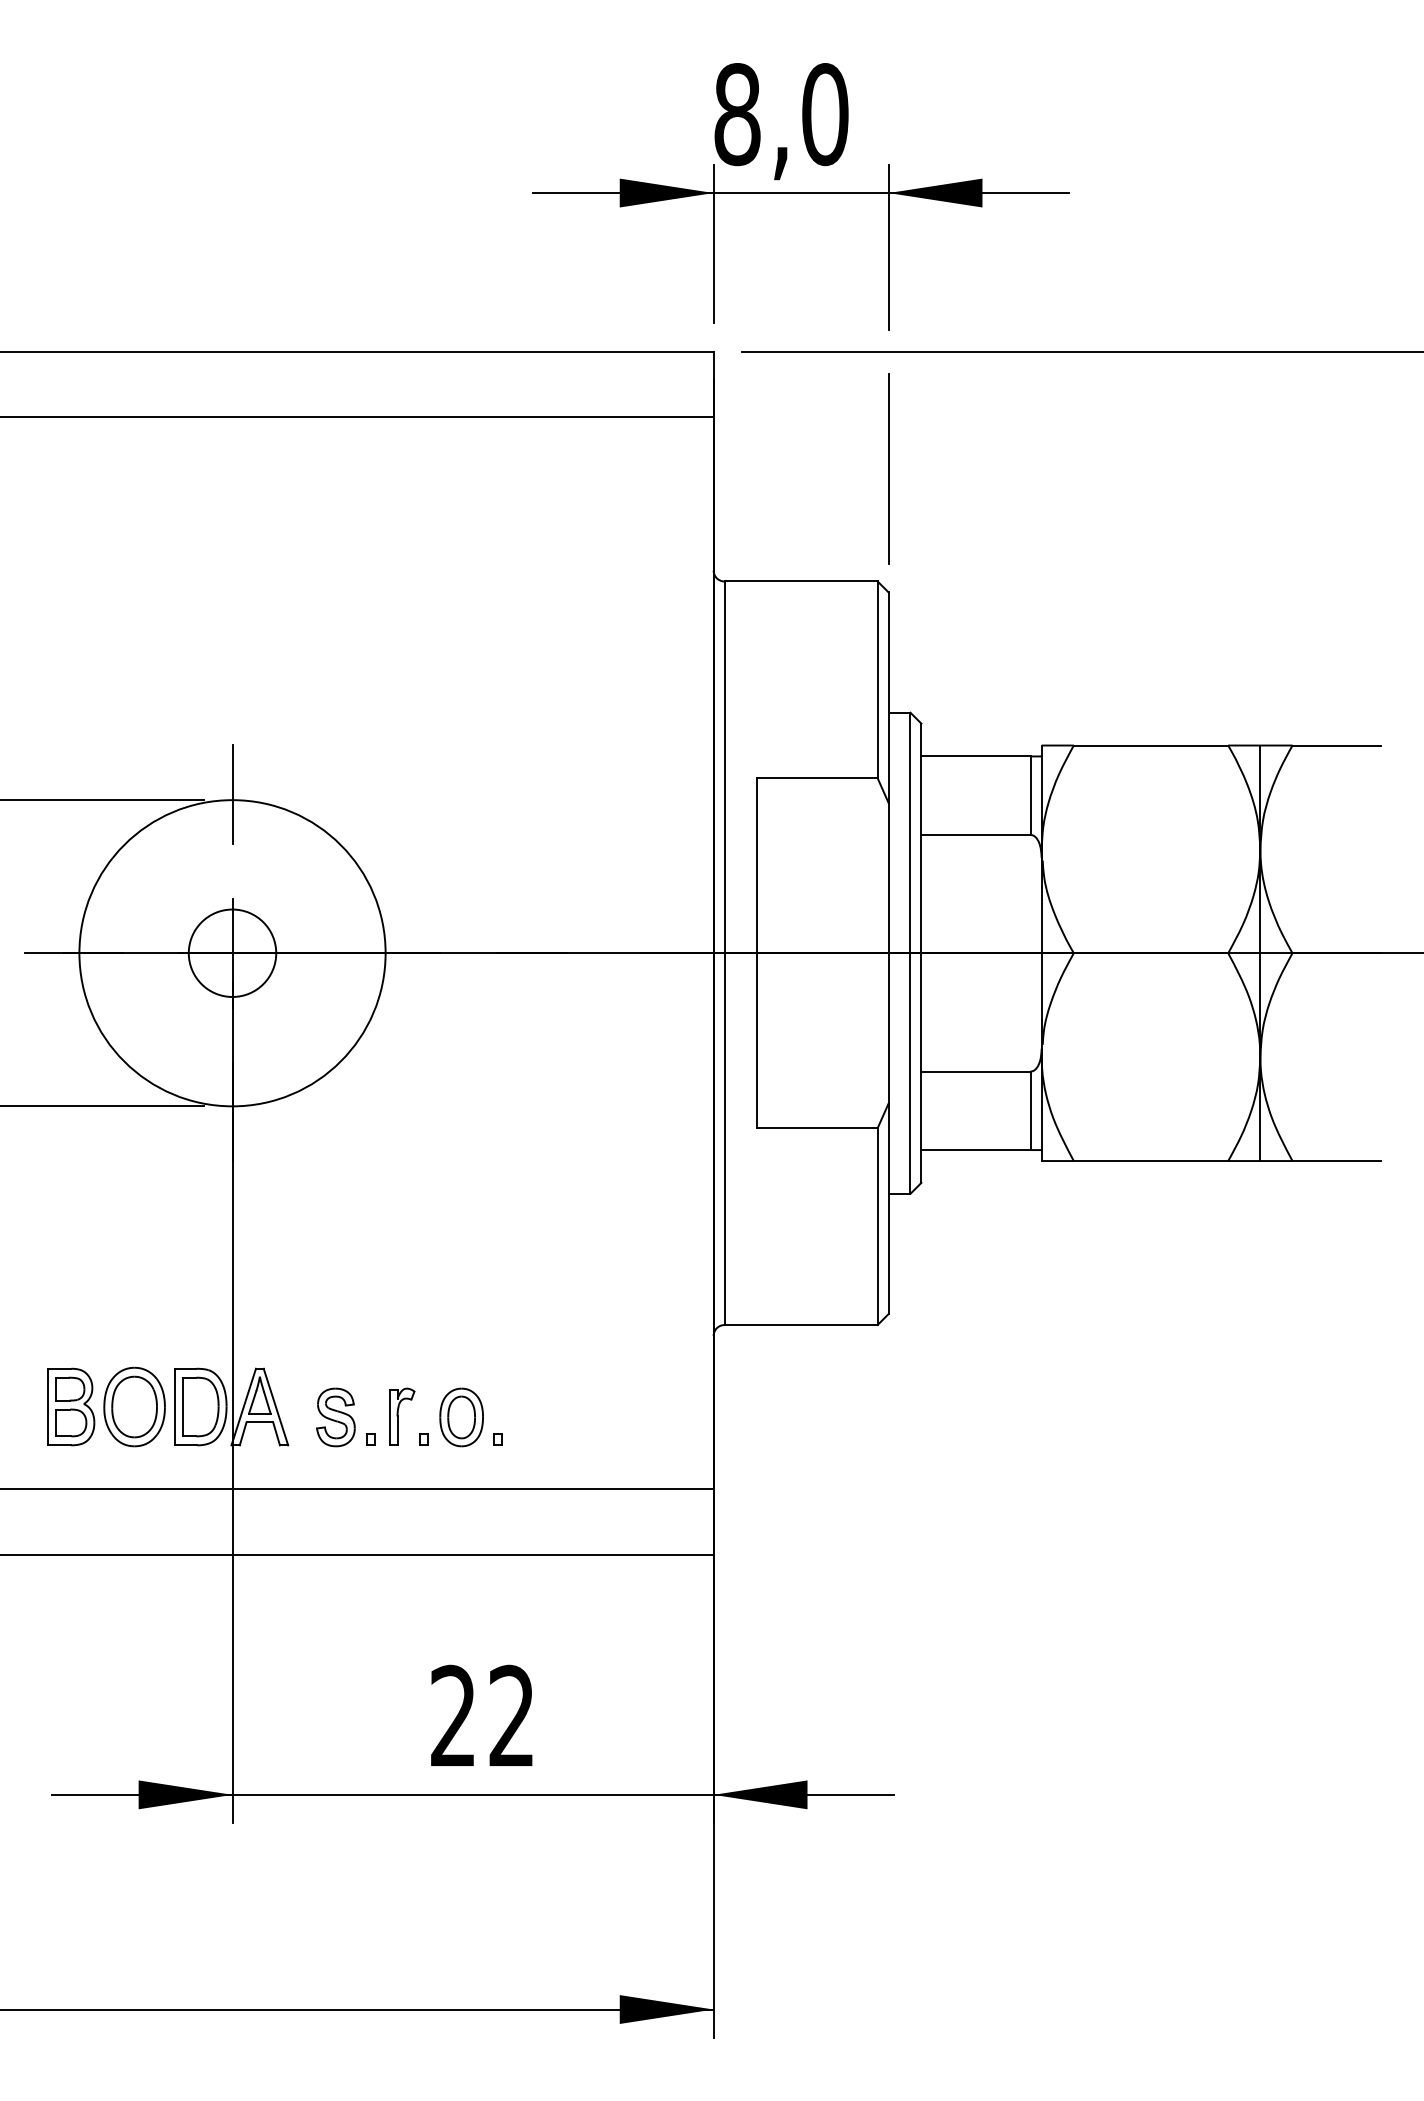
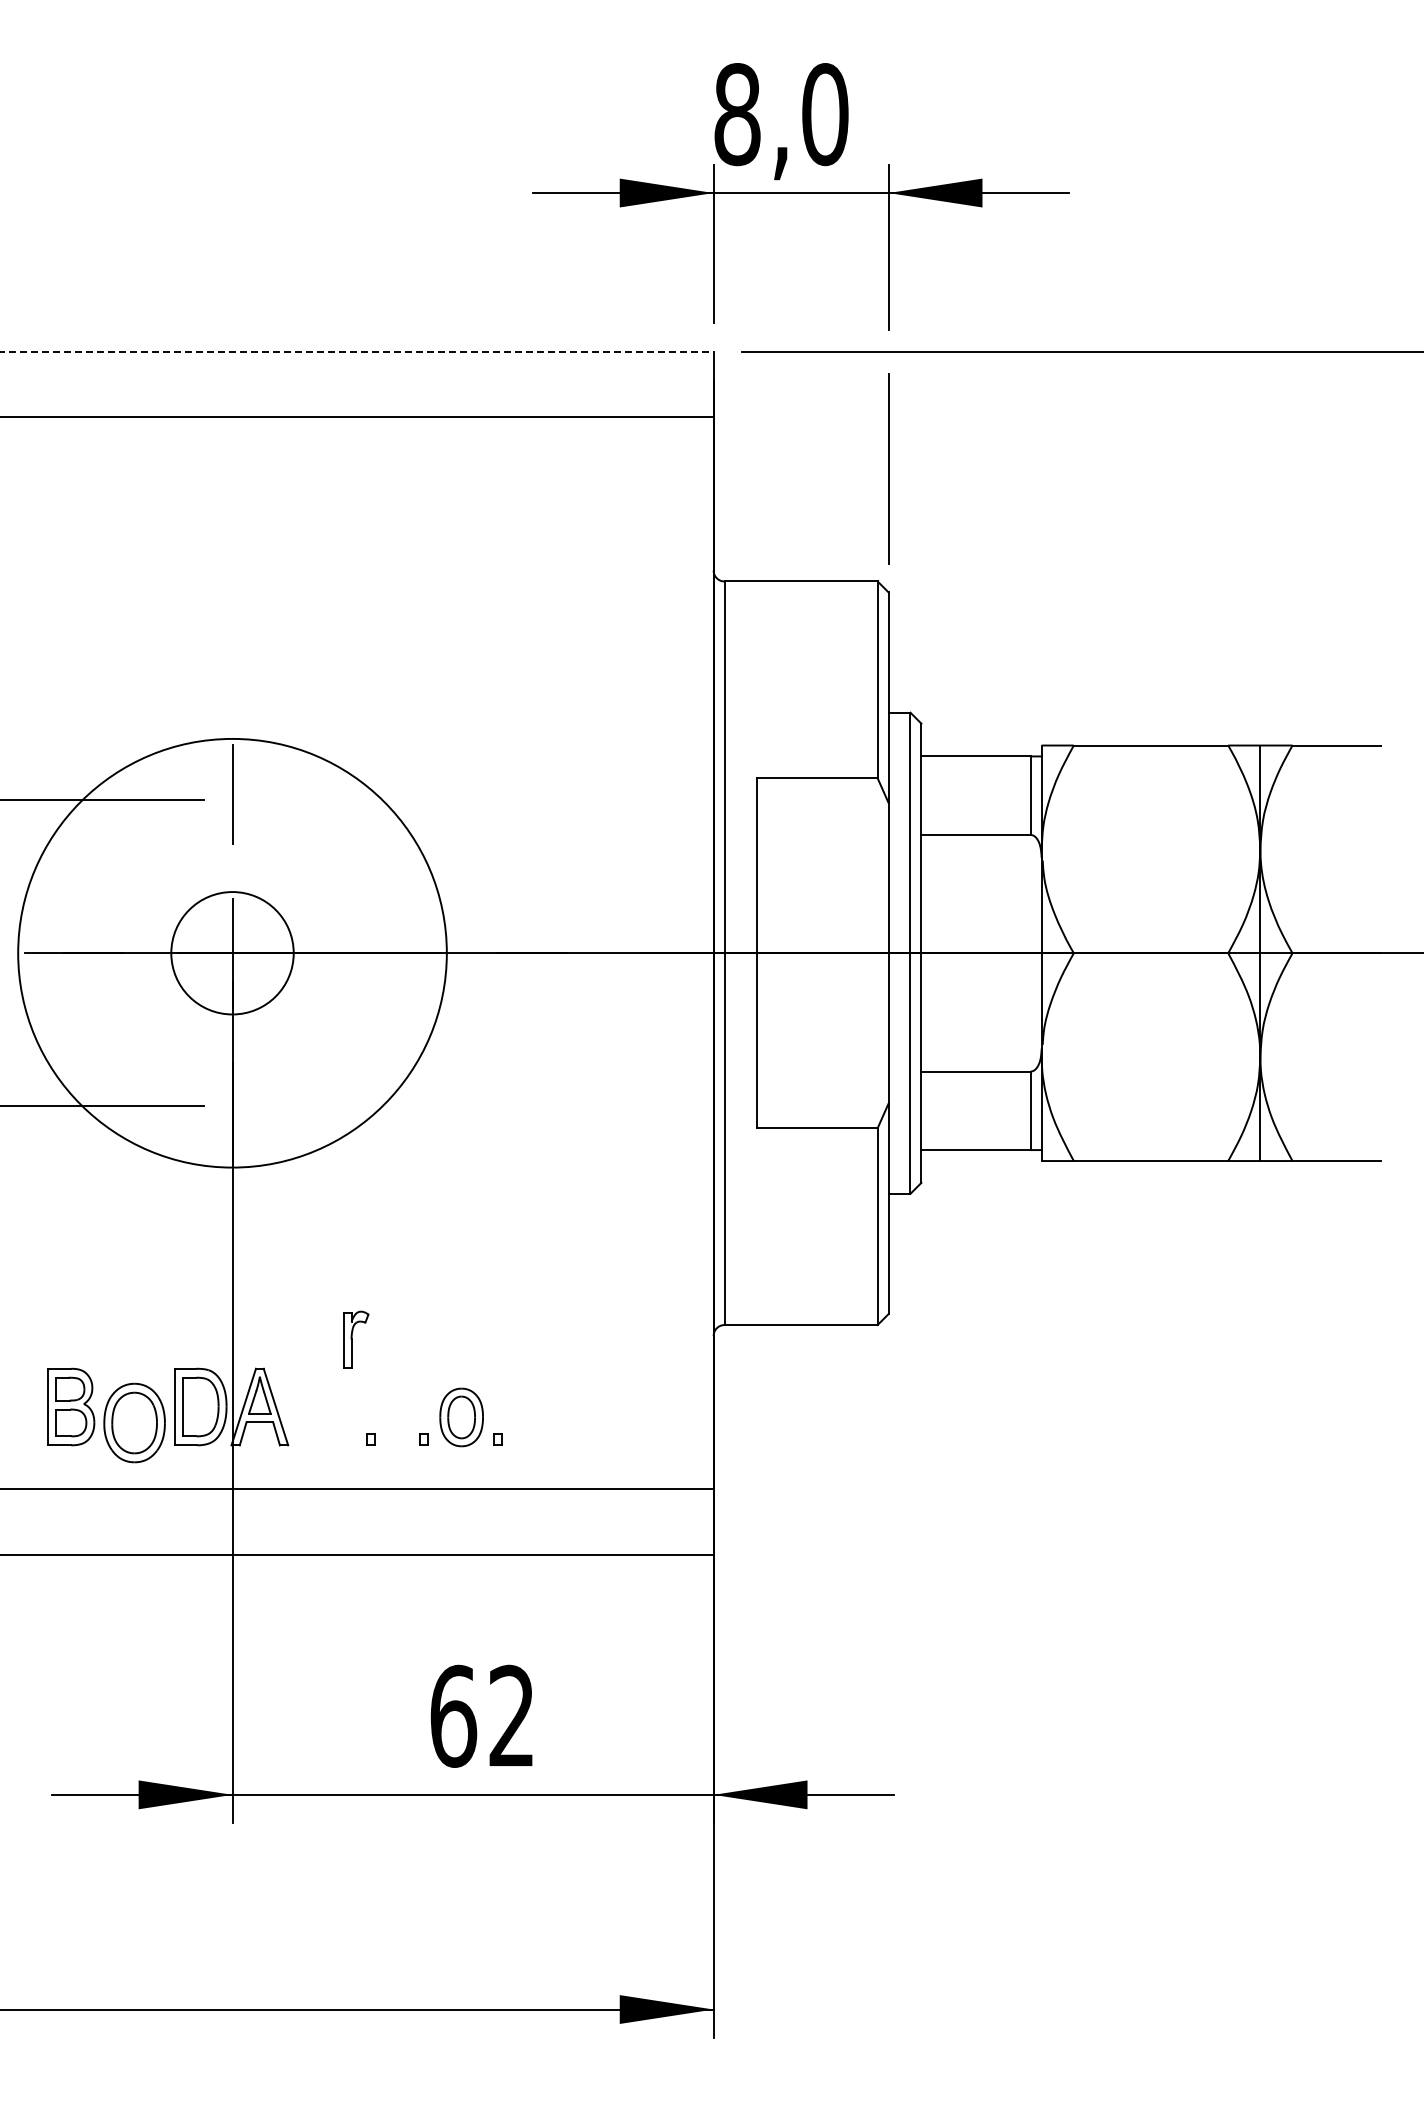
line at (357, 351): solid -> dashed
circle at (232, 952) diameter: 87 px -> 122 px
circle at (232, 953) diameter: 306 px -> 429 px
part at (134, 1406) position: (134, 1406) -> (134, 1422)
part at (402, 1416) position: (402, 1416) -> (356, 1339)
part at (335, 1417): present -> none
text at (453, 1715): 22 -> 62
